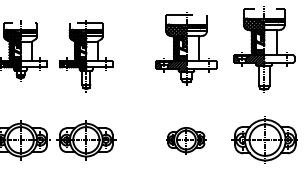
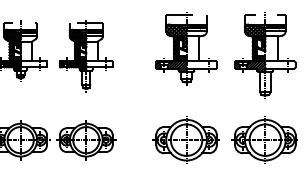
part at (264, 49) position: (264, 49) -> (265, 55)
part at (186, 140) size: 41x28 px -> 68x48 px
